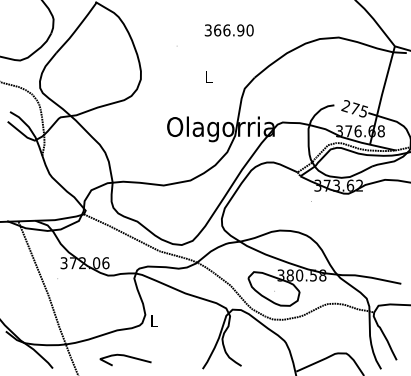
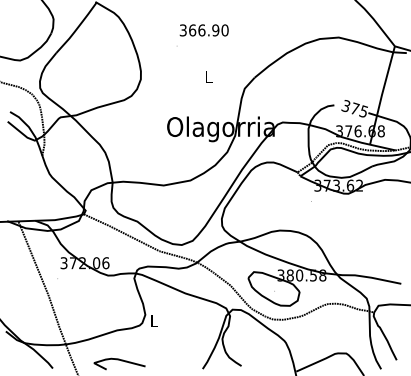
text at (228, 30) position: (228, 30) -> (203, 30)
text at (345, 106): 275 -> 375
curve at (127, 357) position: (127, 357) -> (121, 361)
